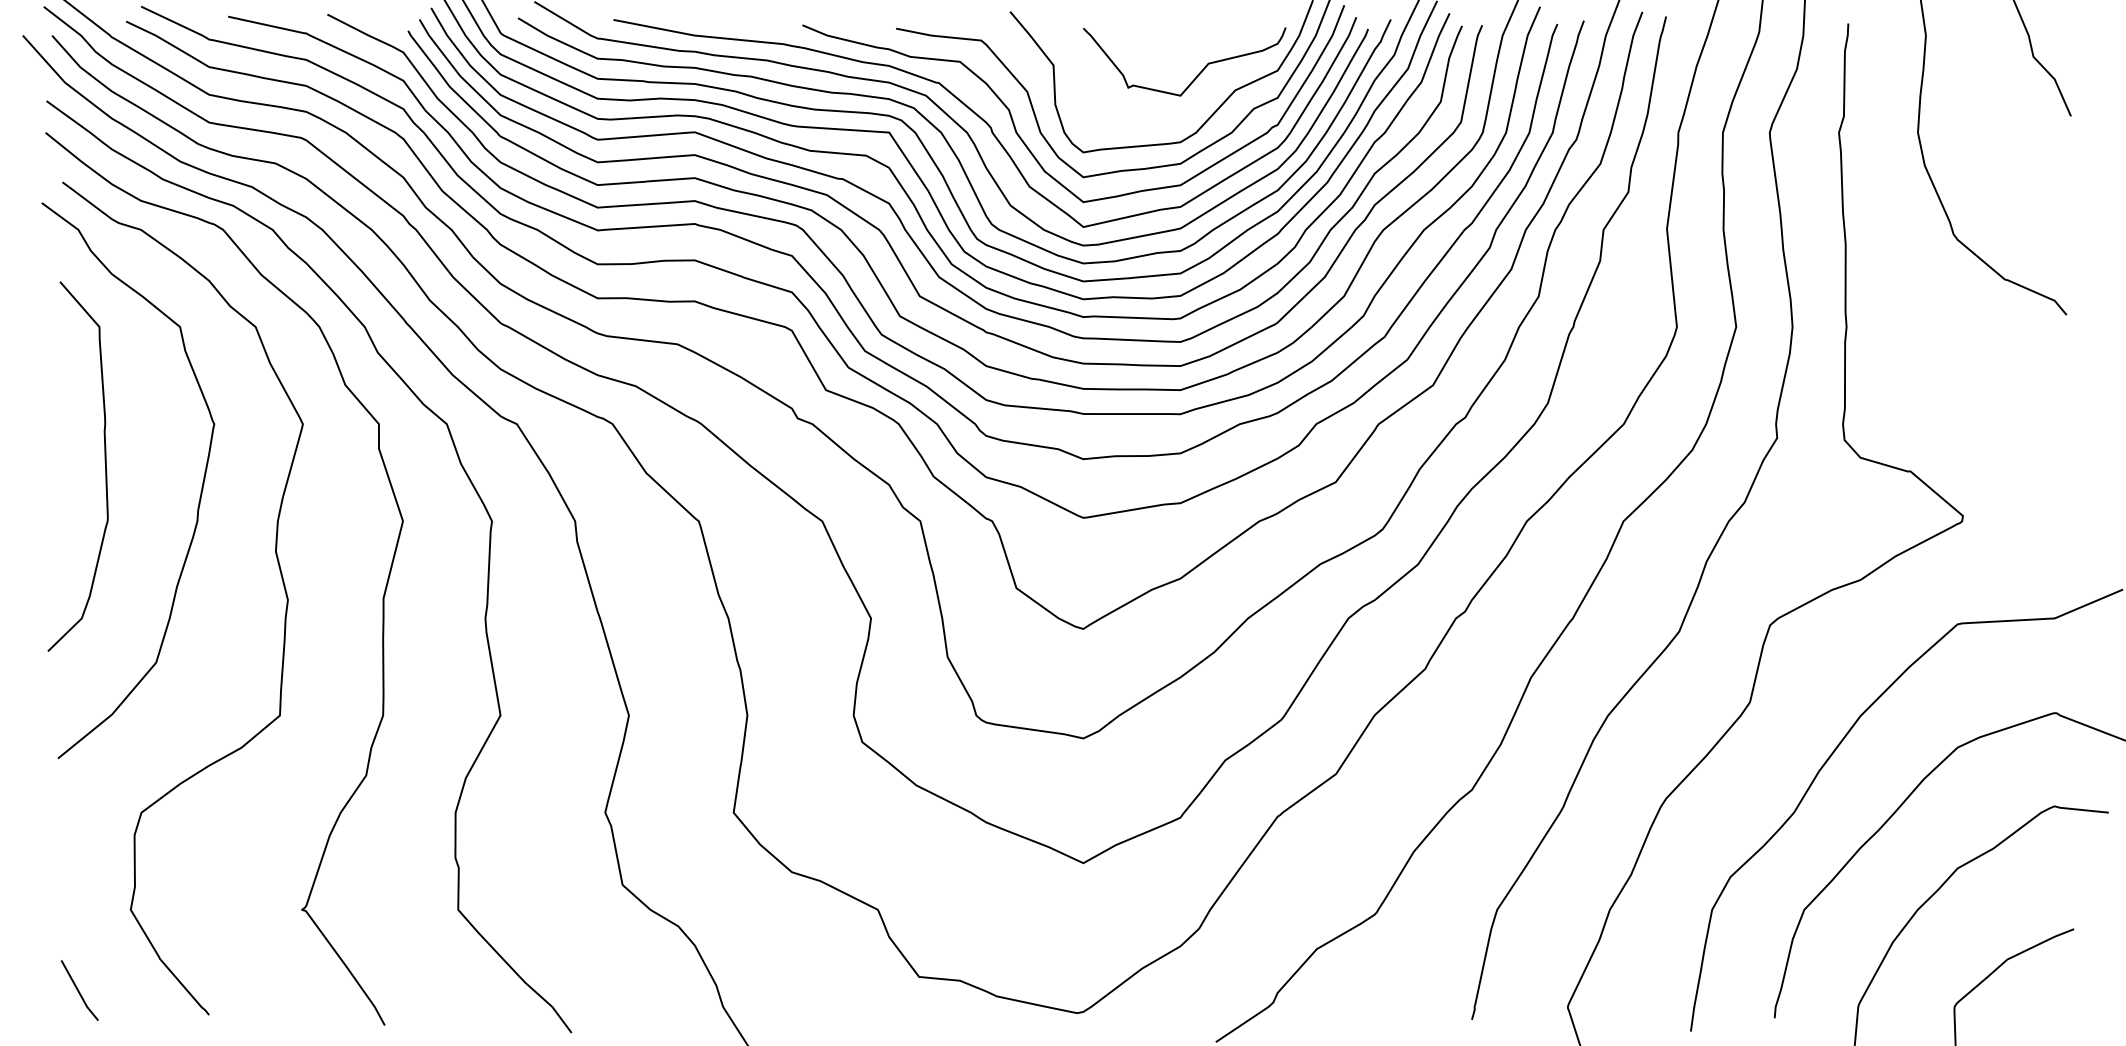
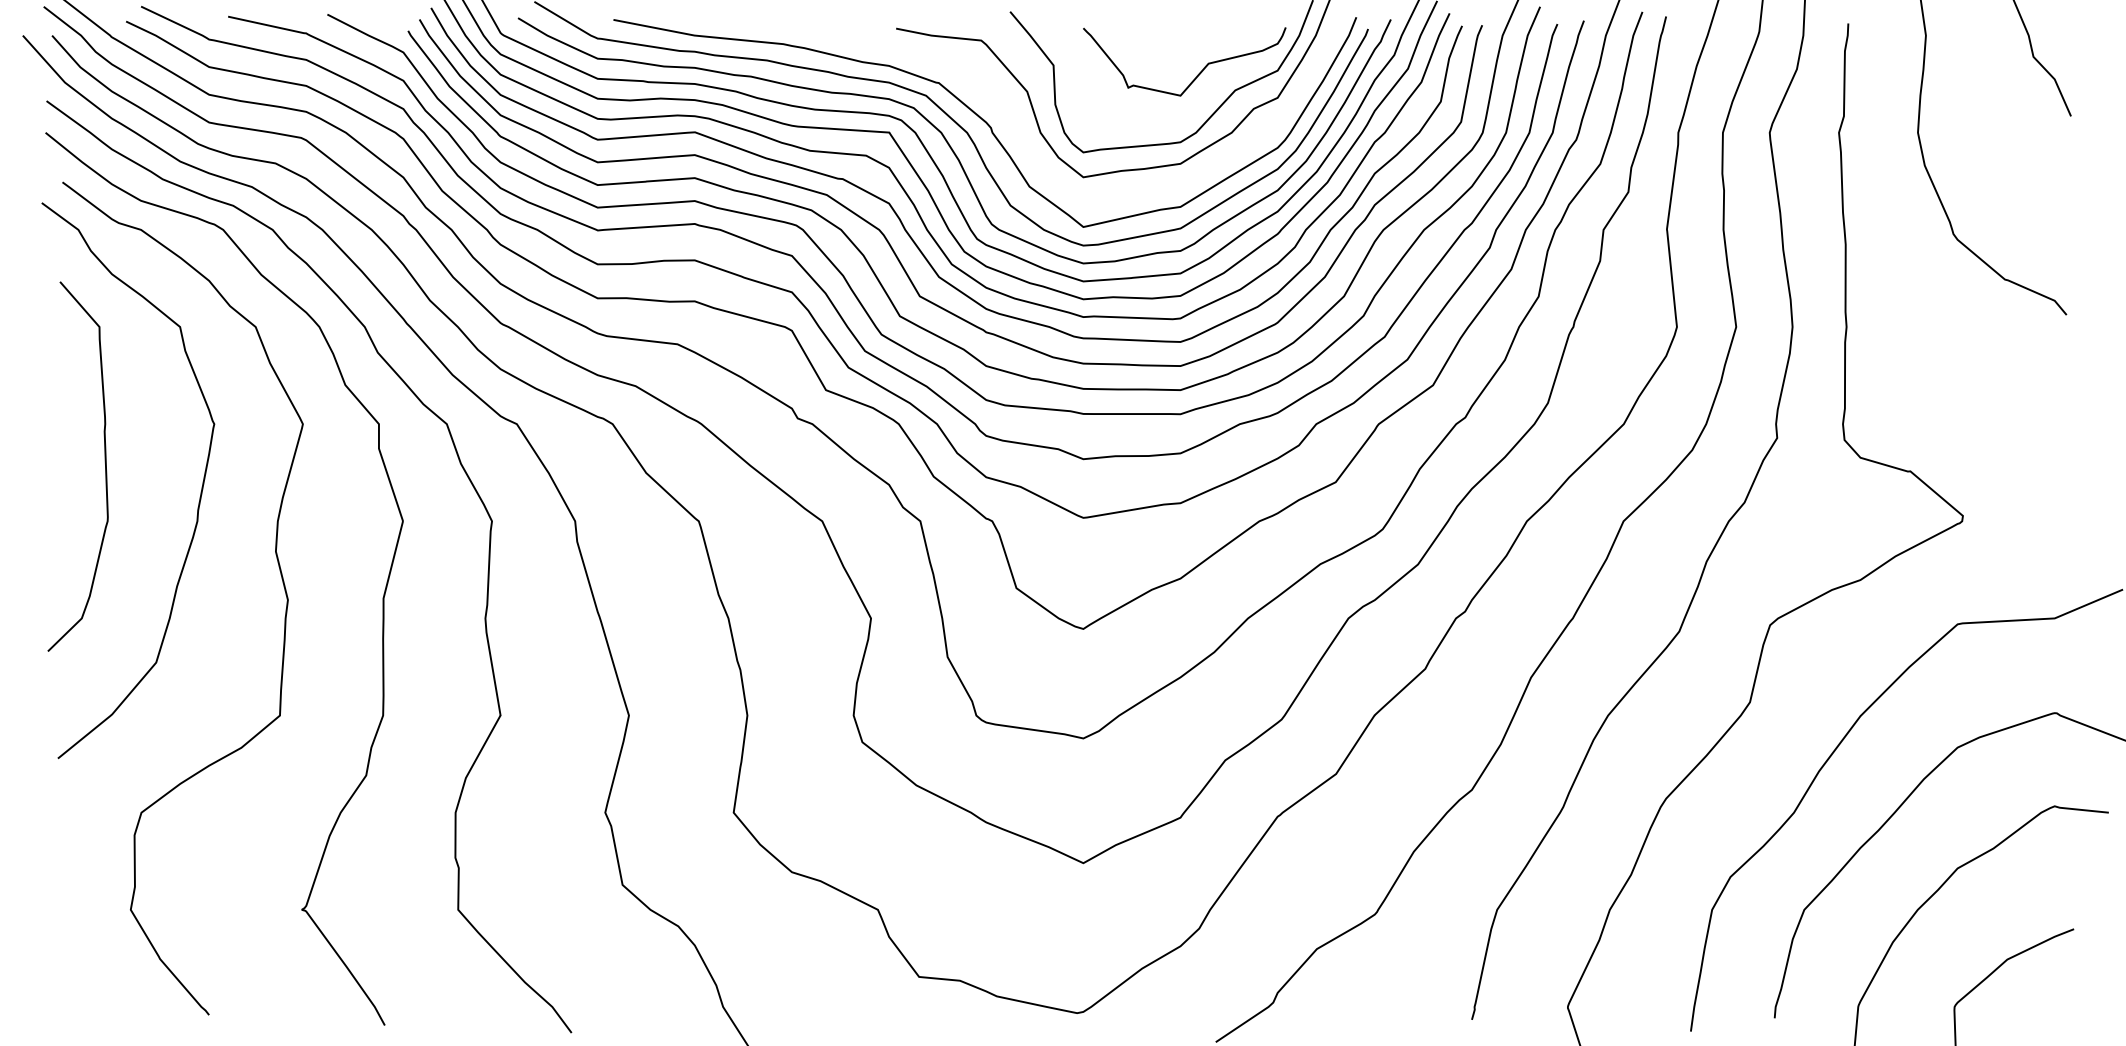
curve at (1024, 141): present -> none
line at (79, 990): present -> none
